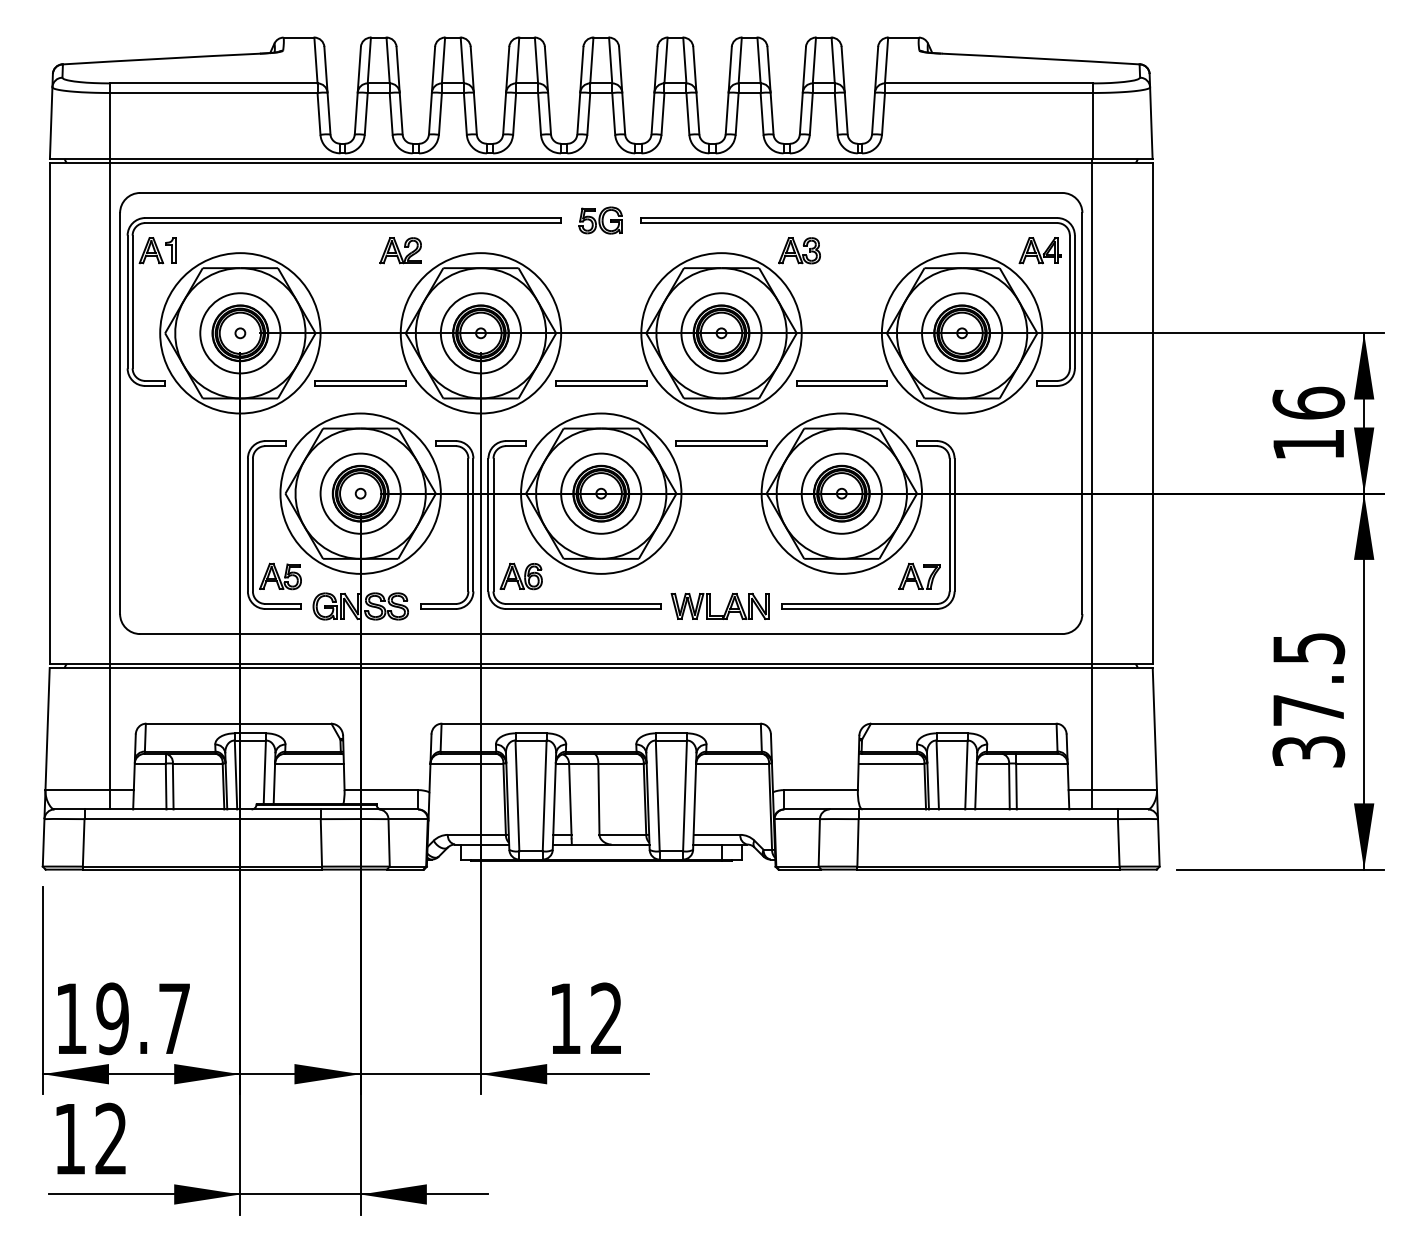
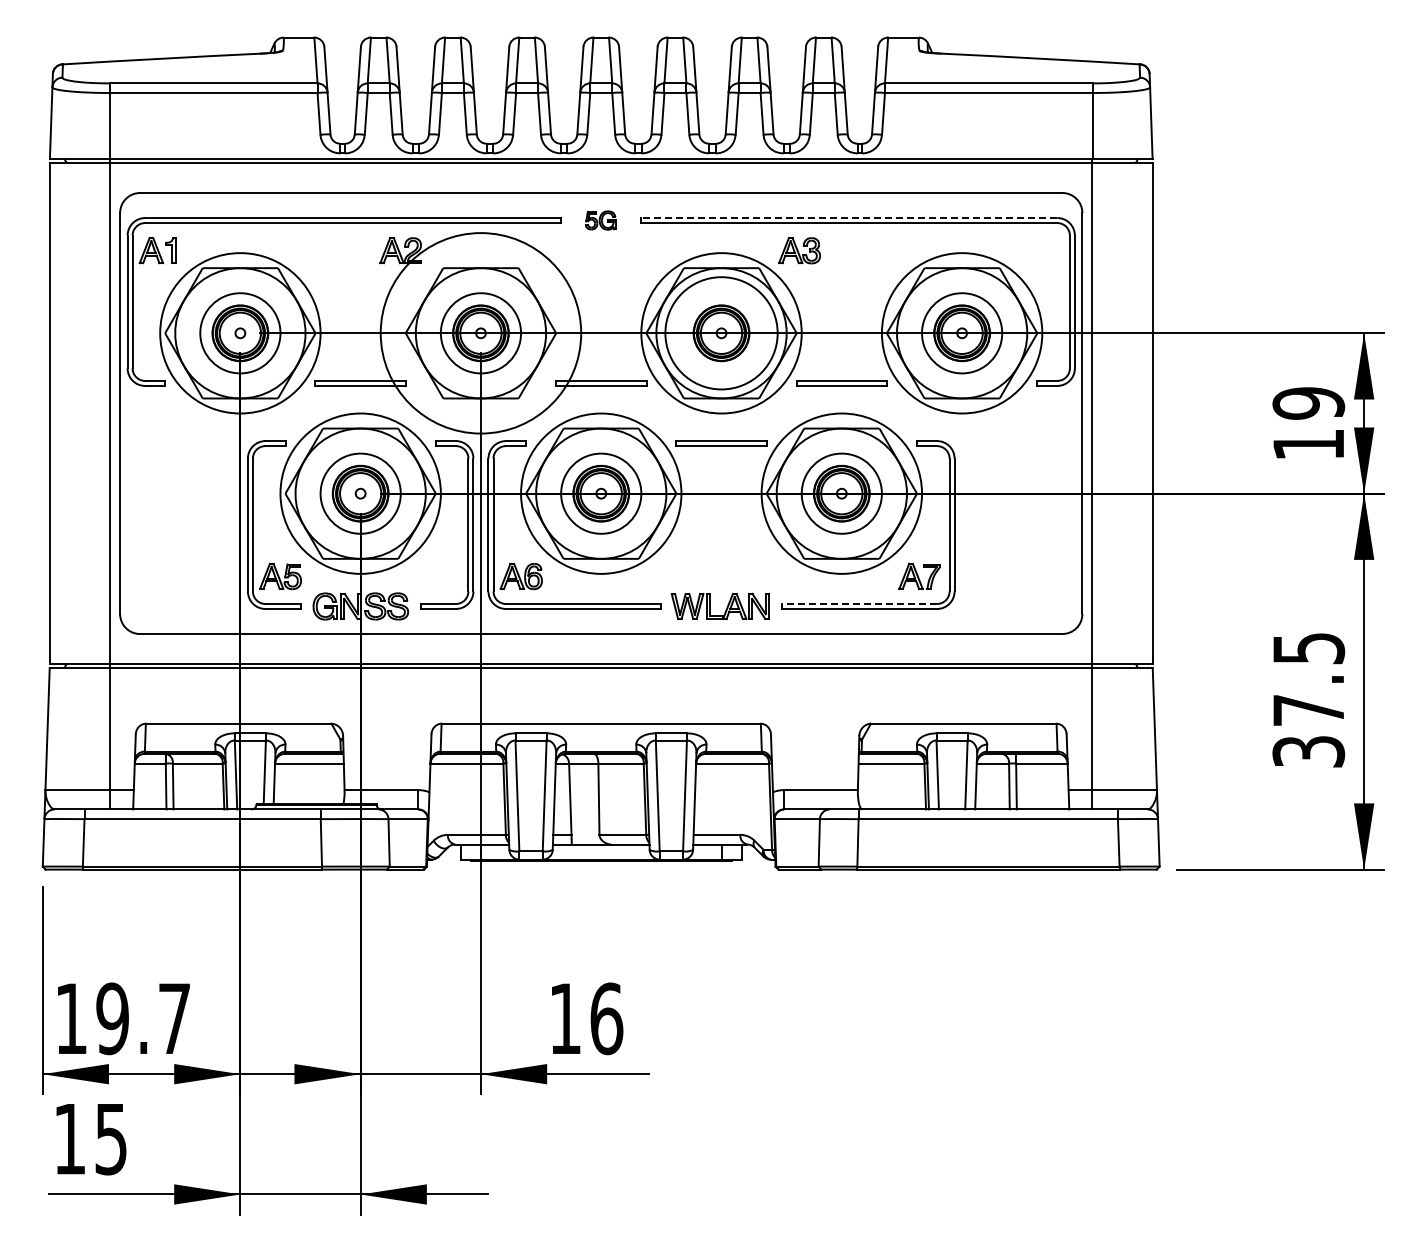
line at (849, 218): solid -> dashed
part at (600, 220) size: 45x29 px -> 32x21 px
part at (1039, 250): present -> none
circle at (480, 333) diameter: 160 px -> 200 px
circle at (721, 333) diameter: 80 px -> 112 px
text at (1308, 402): 16 -> 19
line at (859, 603): solid -> dashed
text at (606, 1018): 12 -> 16
text at (110, 1138): 12 -> 15
